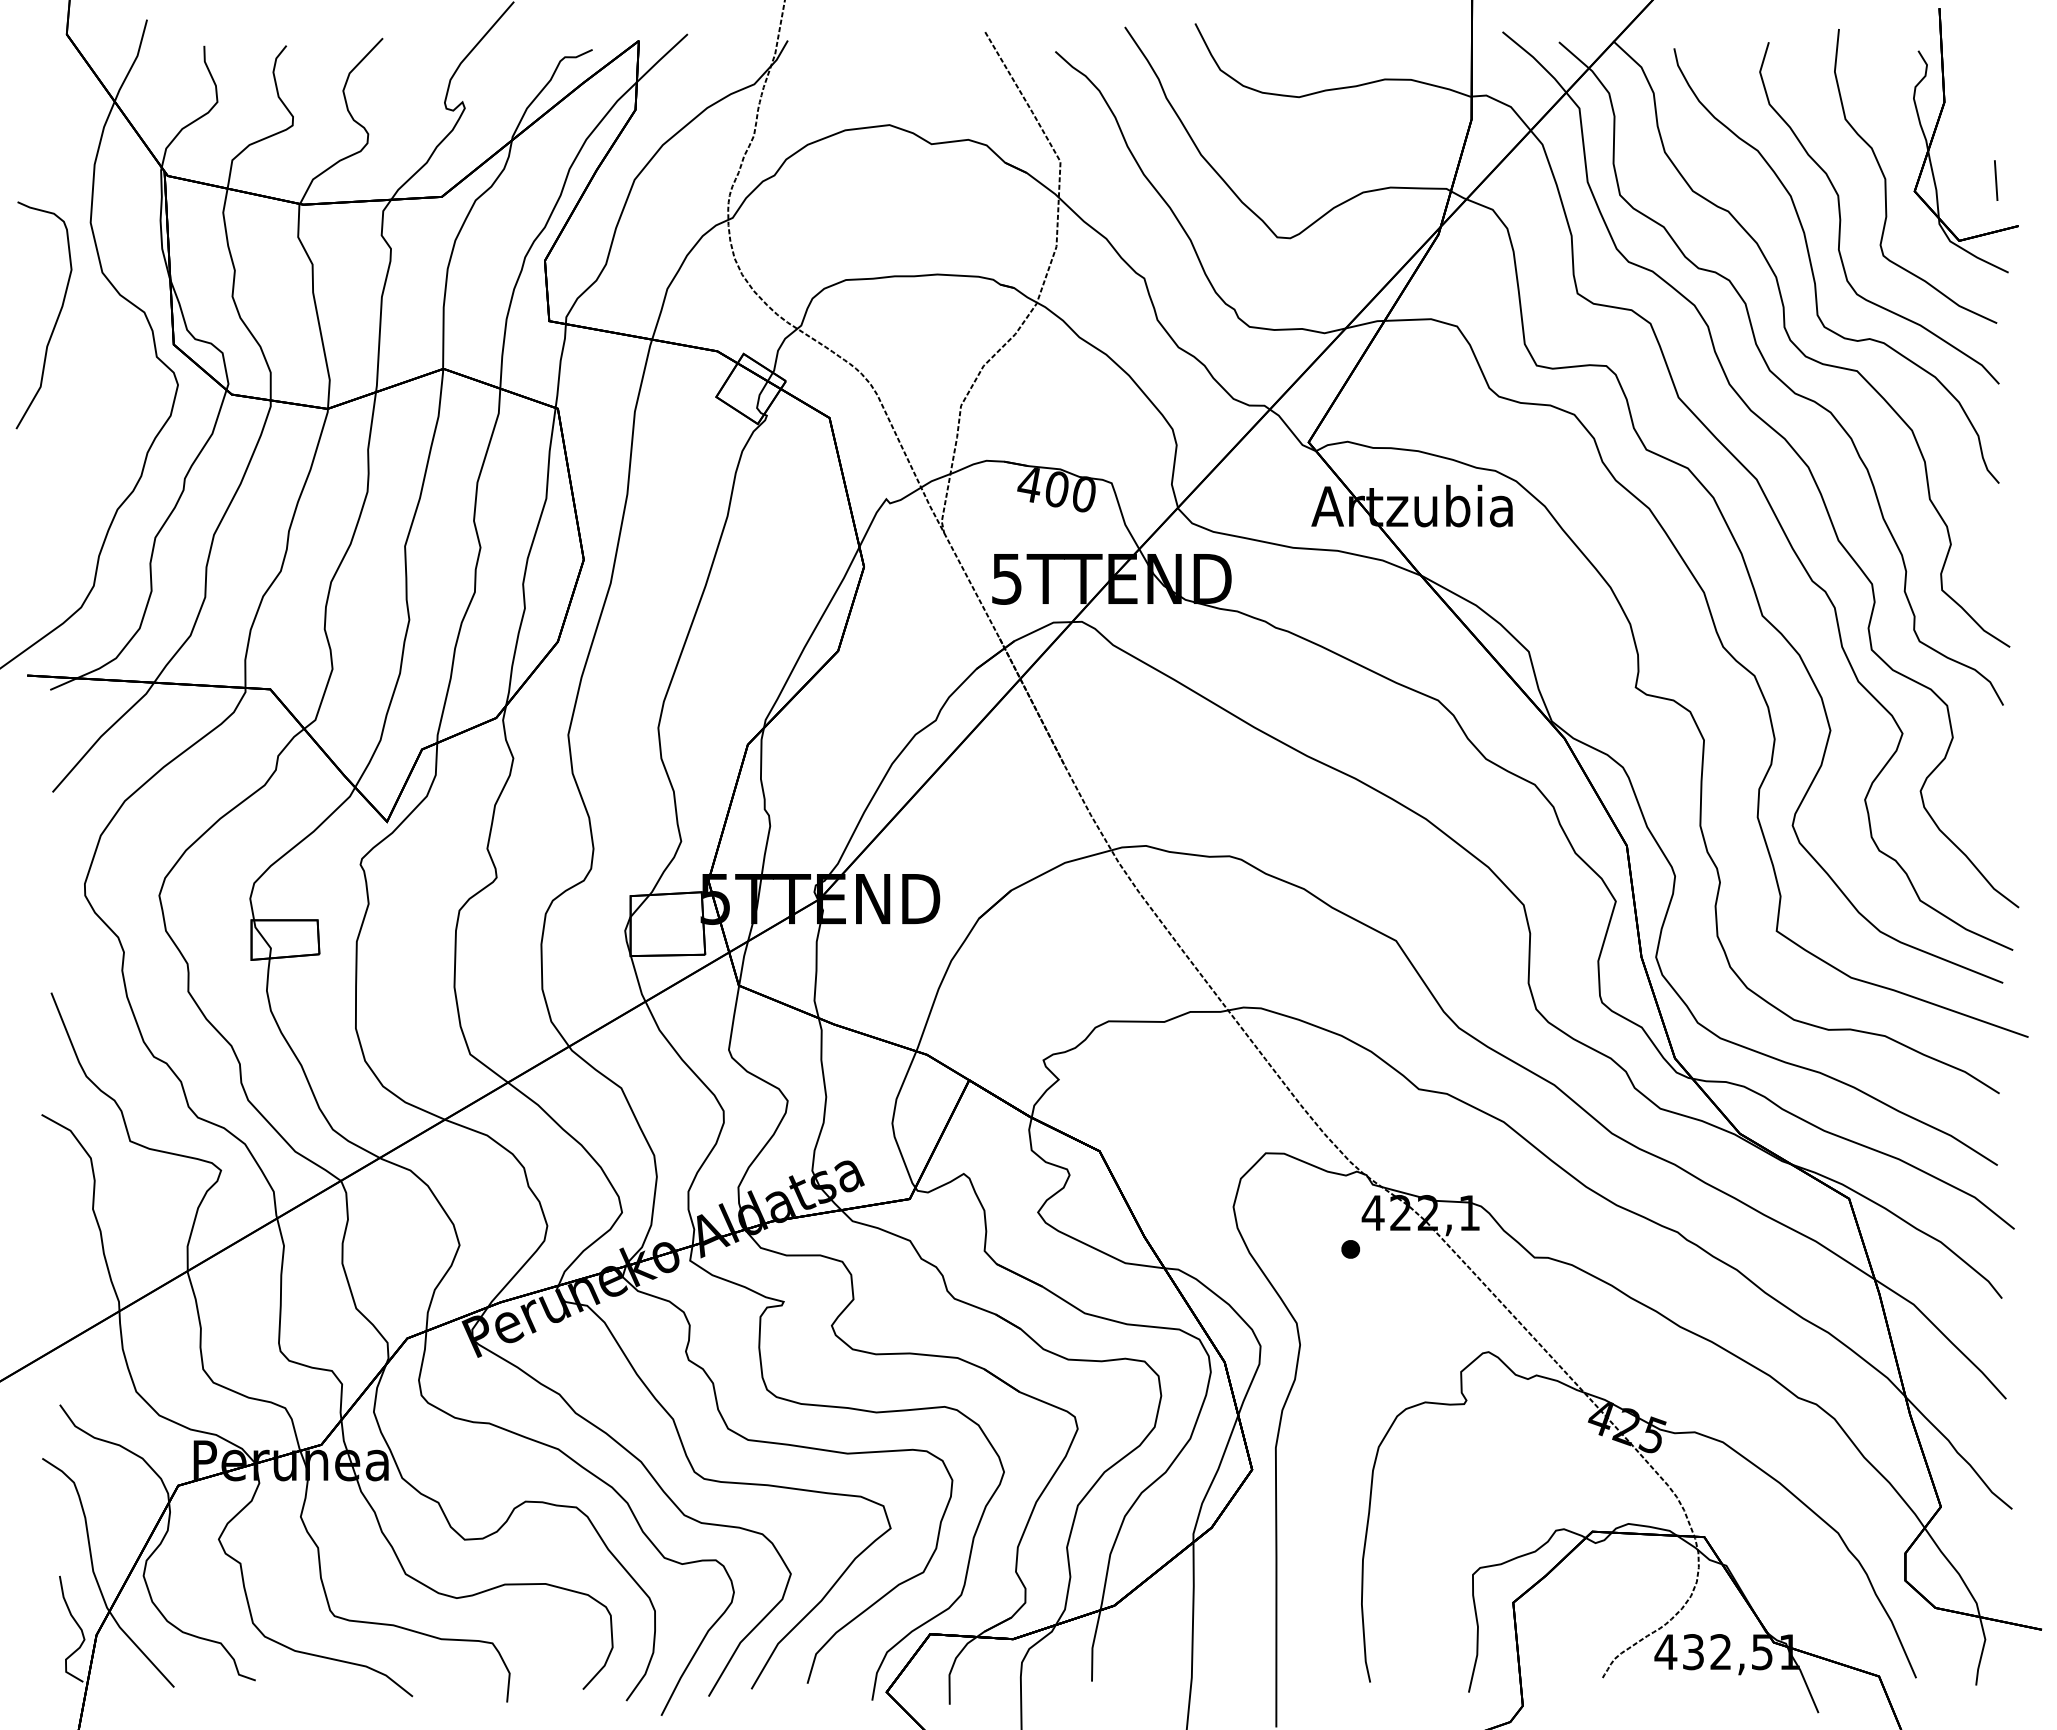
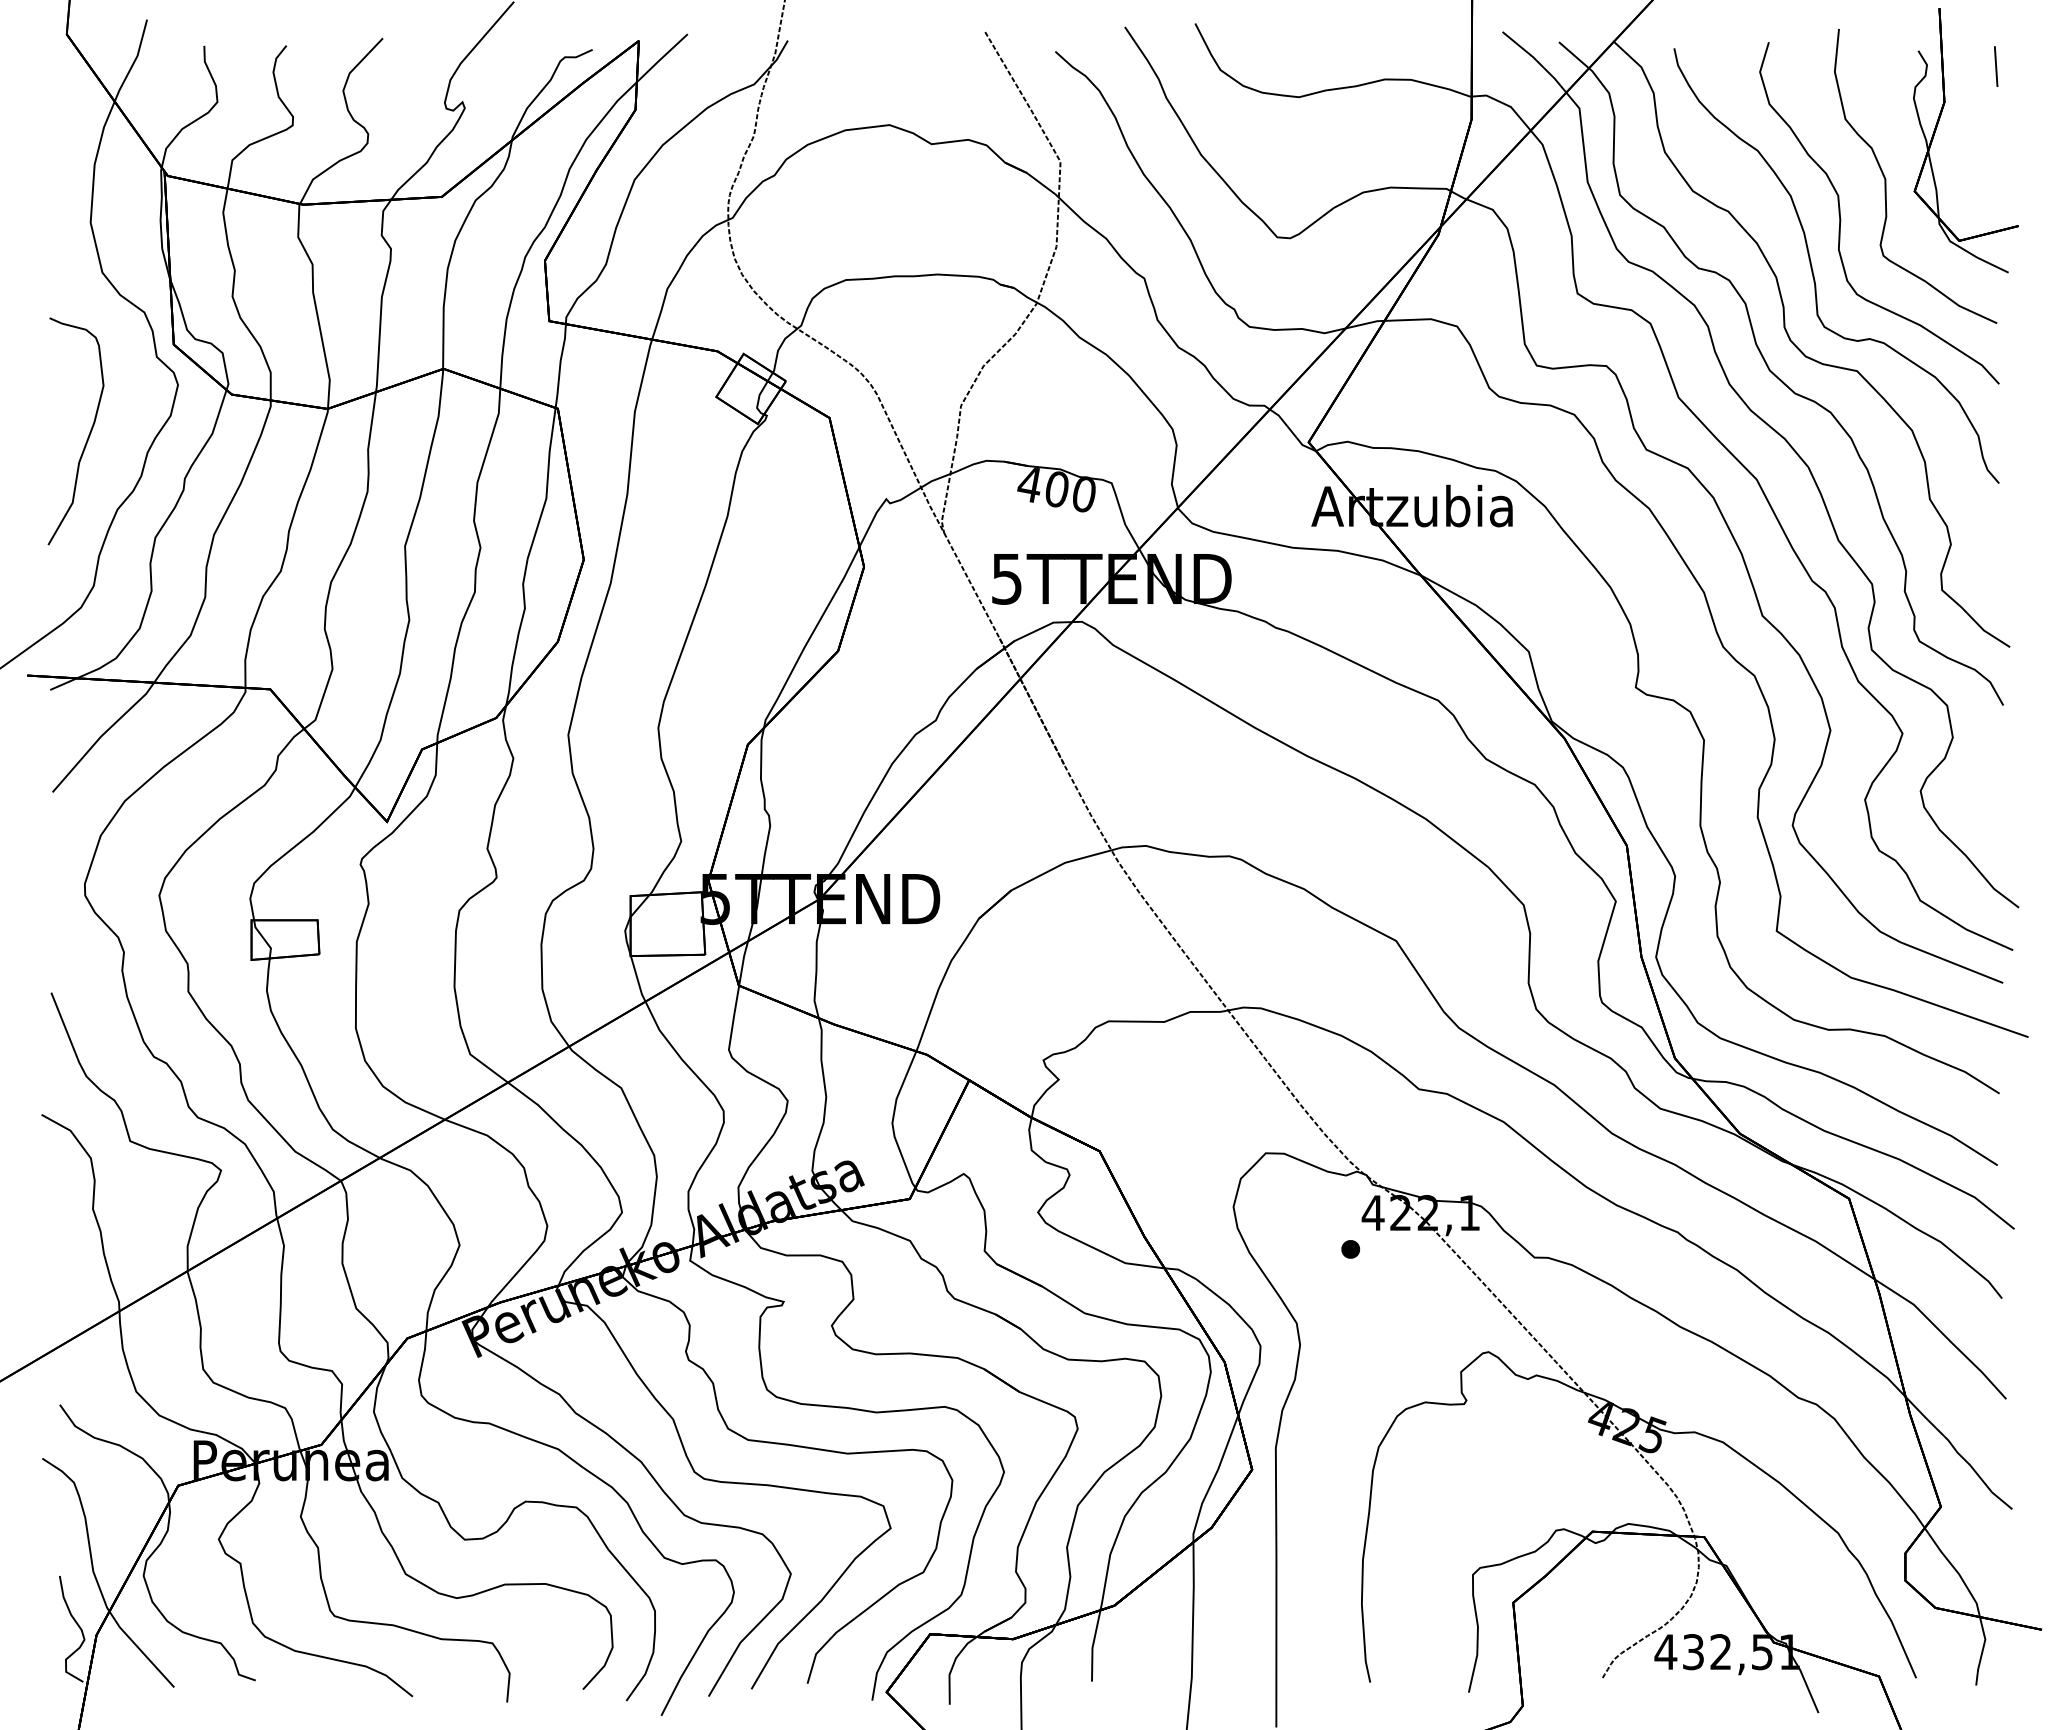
line at (1996, 180) position: (1996, 180) -> (1996, 66)
curve at (56, 318) position: (56, 318) -> (88, 434)
